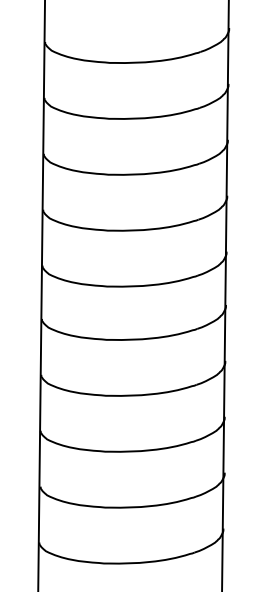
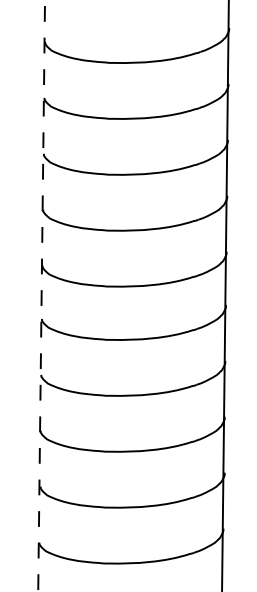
line at (41, 296): solid -> dashed
